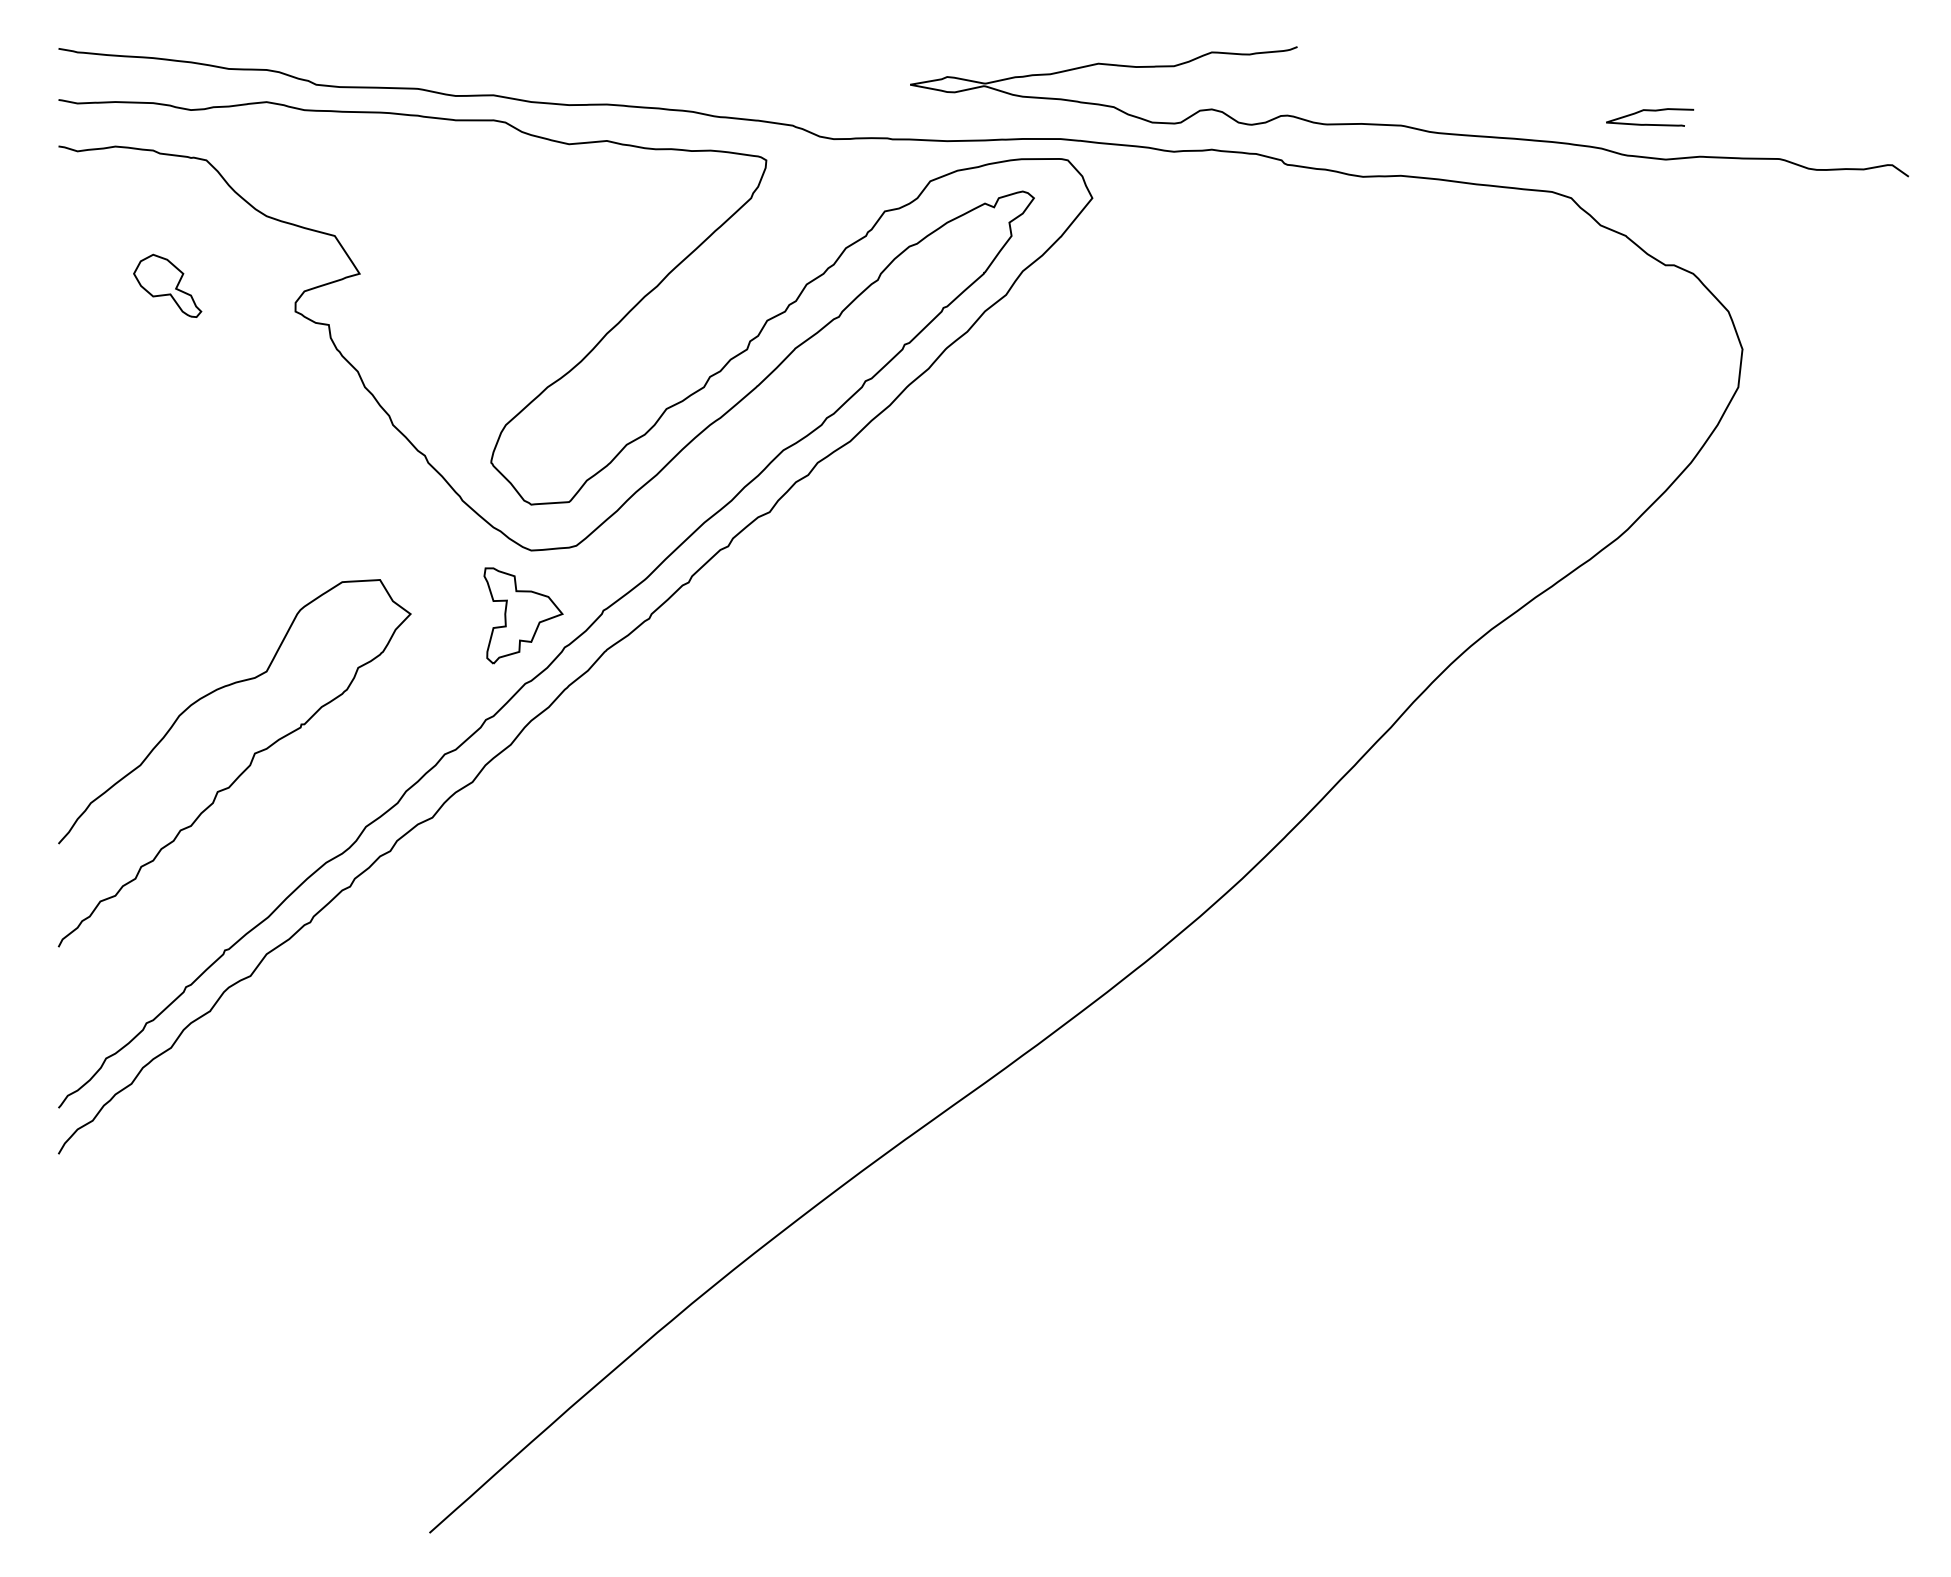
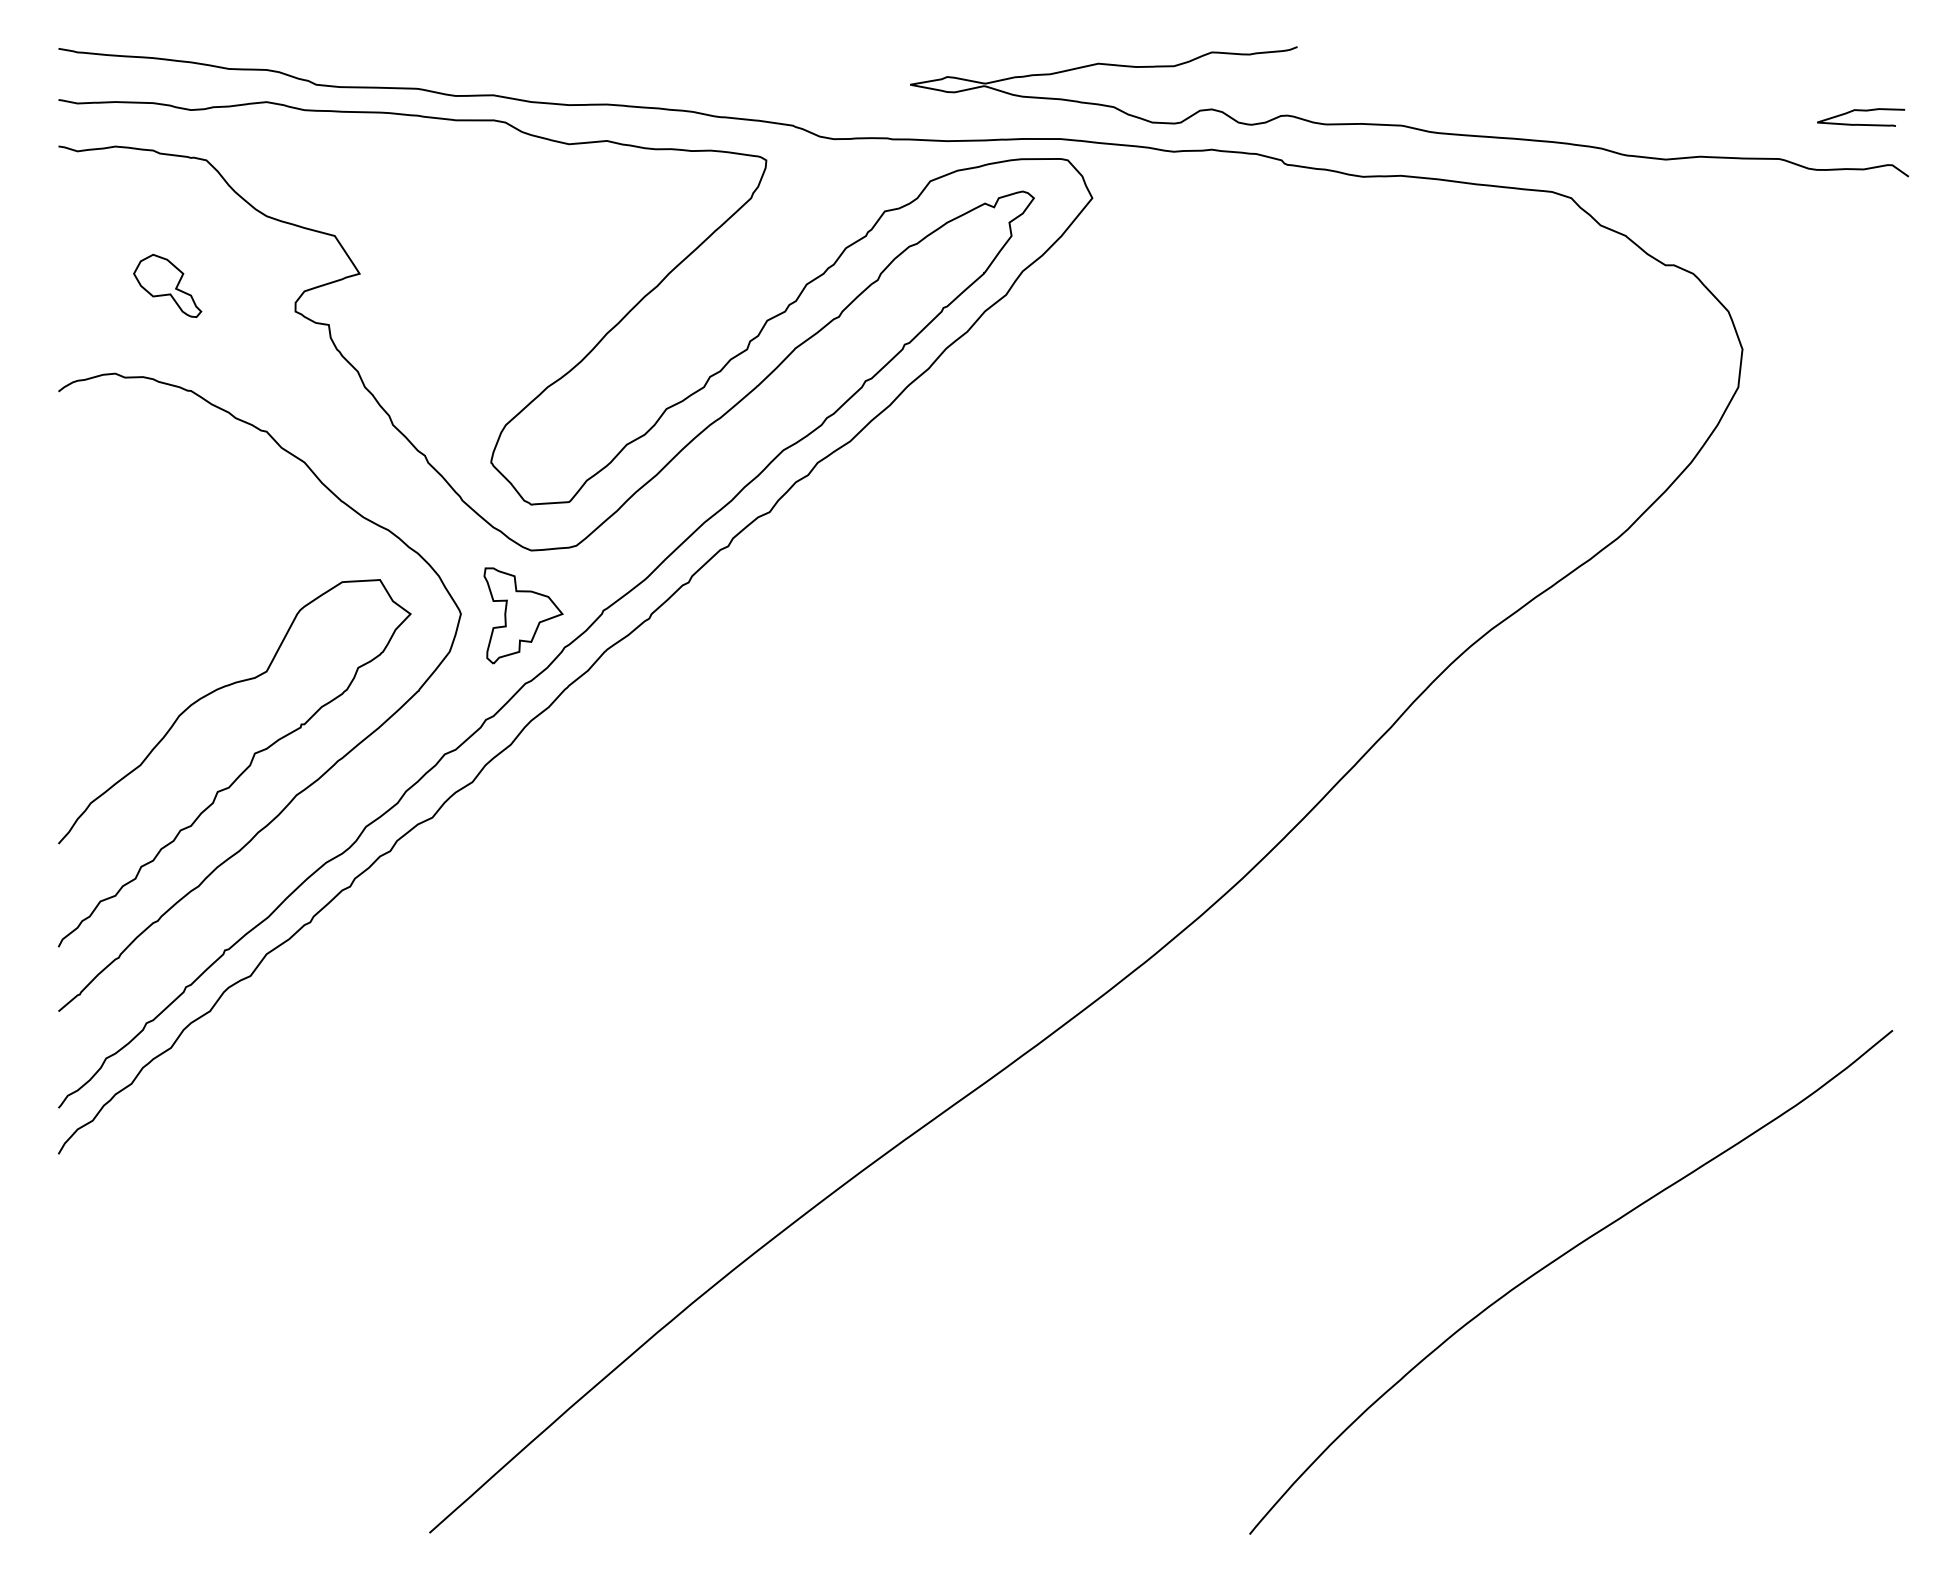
curve at (1650, 111) position: (1650, 111) -> (1861, 111)
curve at (330, 766): none -> present
curve at (1555, 1261): none -> present
